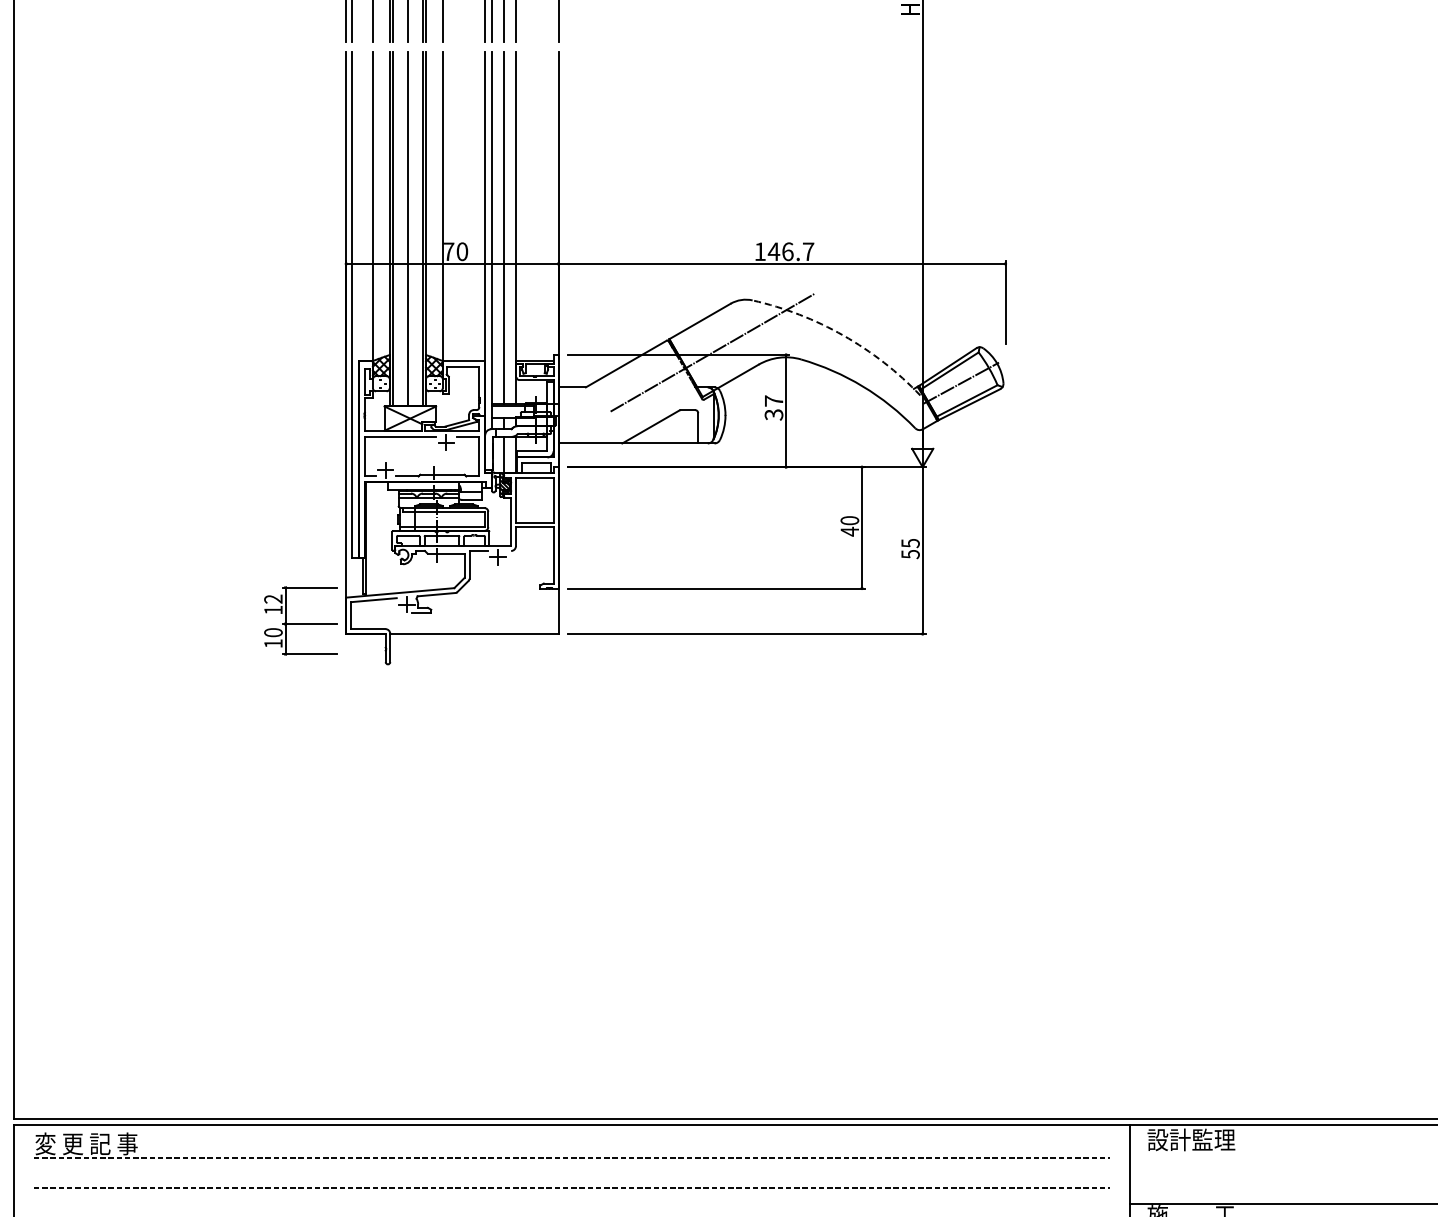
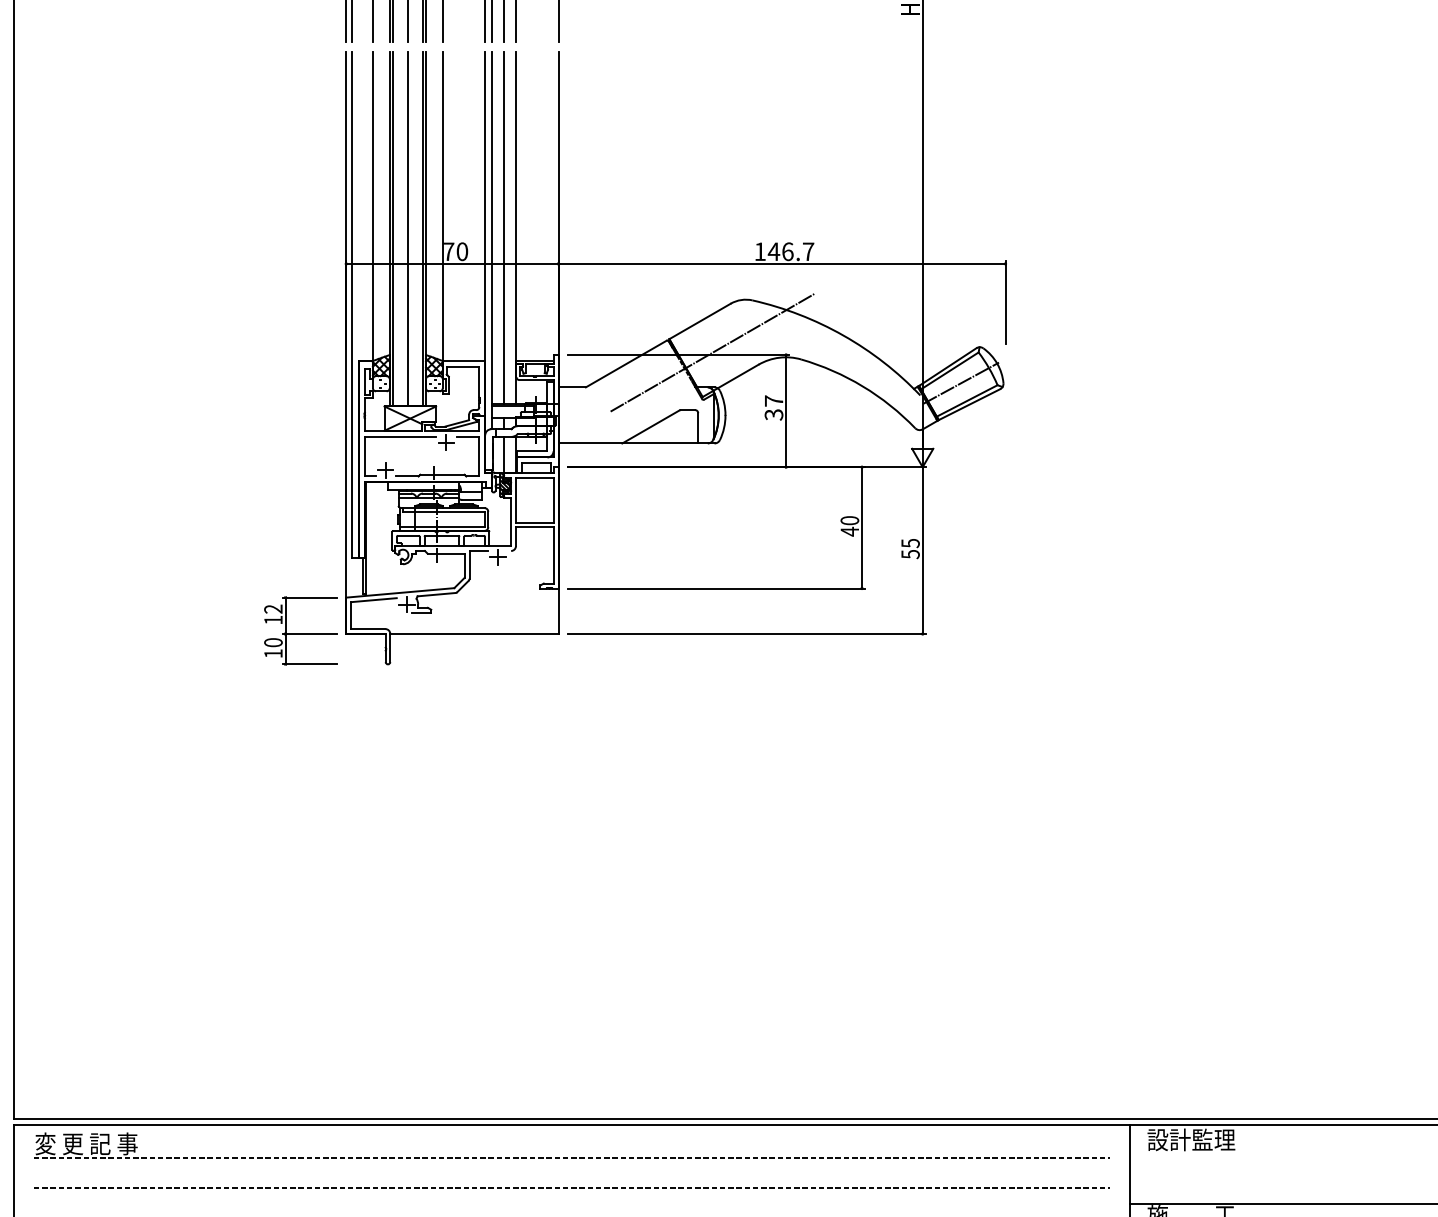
arc at (843, 335): dashed -> solid
part at (300, 620) position: (300, 620) -> (300, 630)
